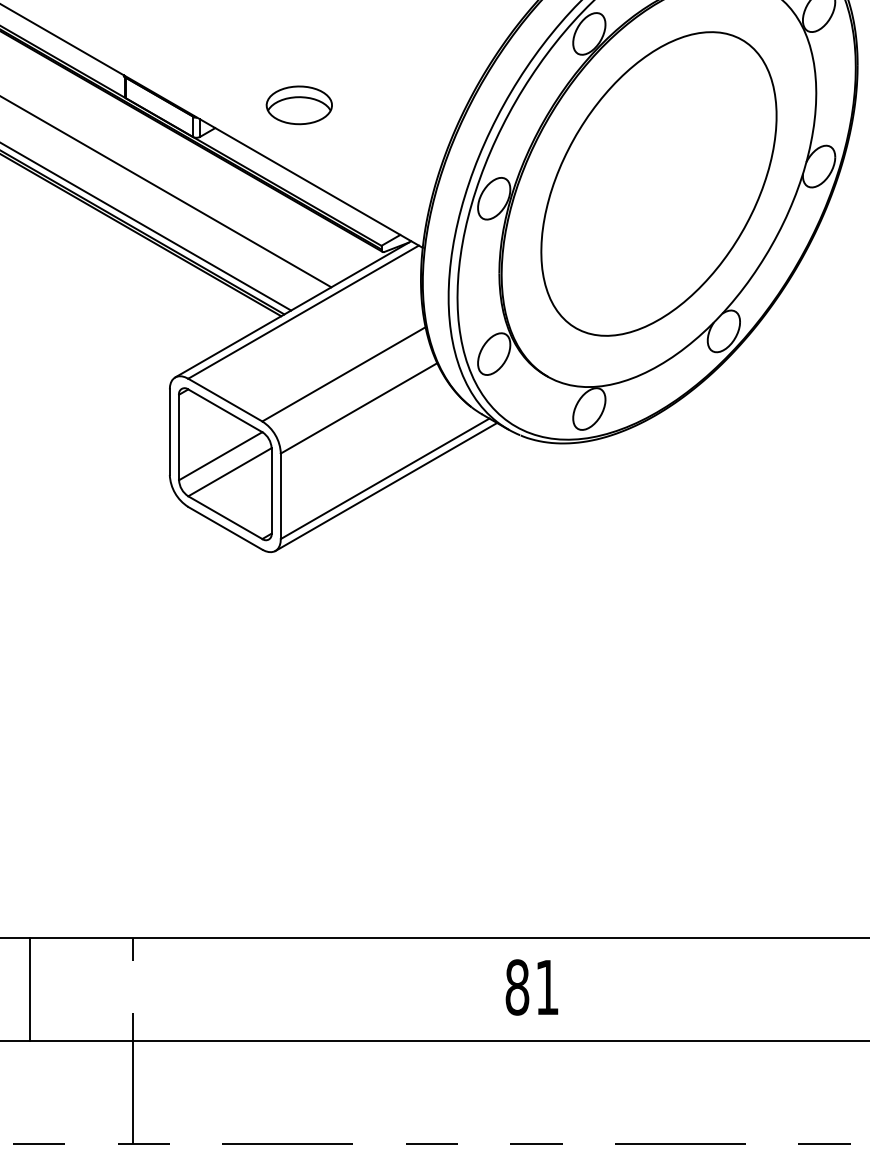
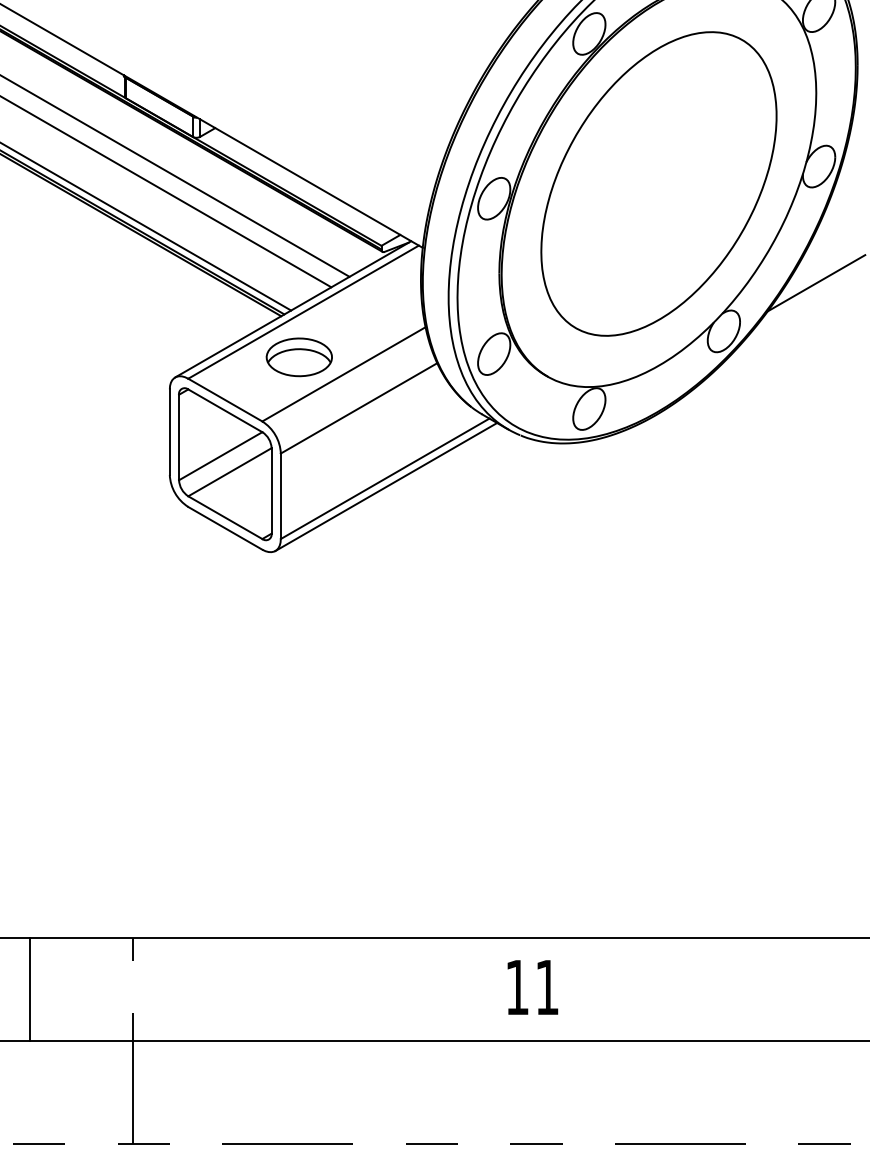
part at (298, 105) position: (298, 105) -> (298, 357)
line at (175, 176): none -> present
line at (816, 283): none -> present
text at (517, 987): 81 -> 11
